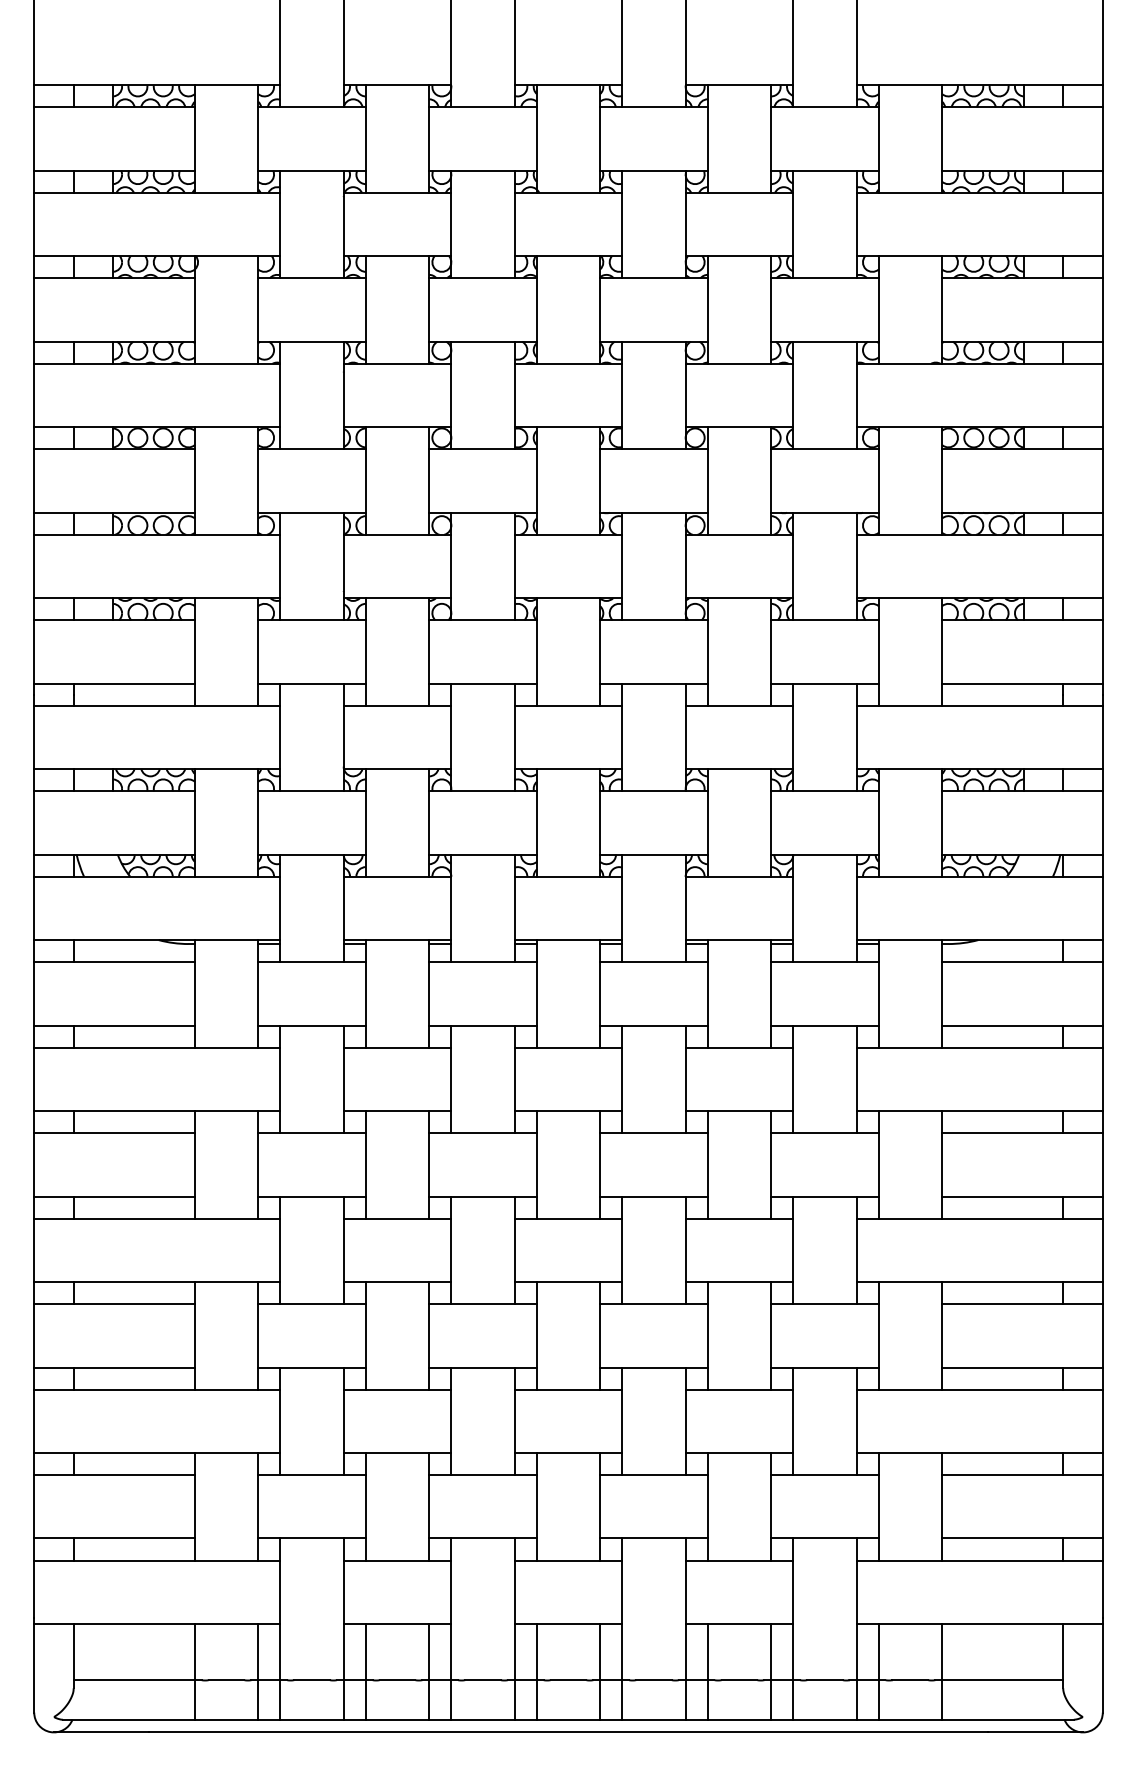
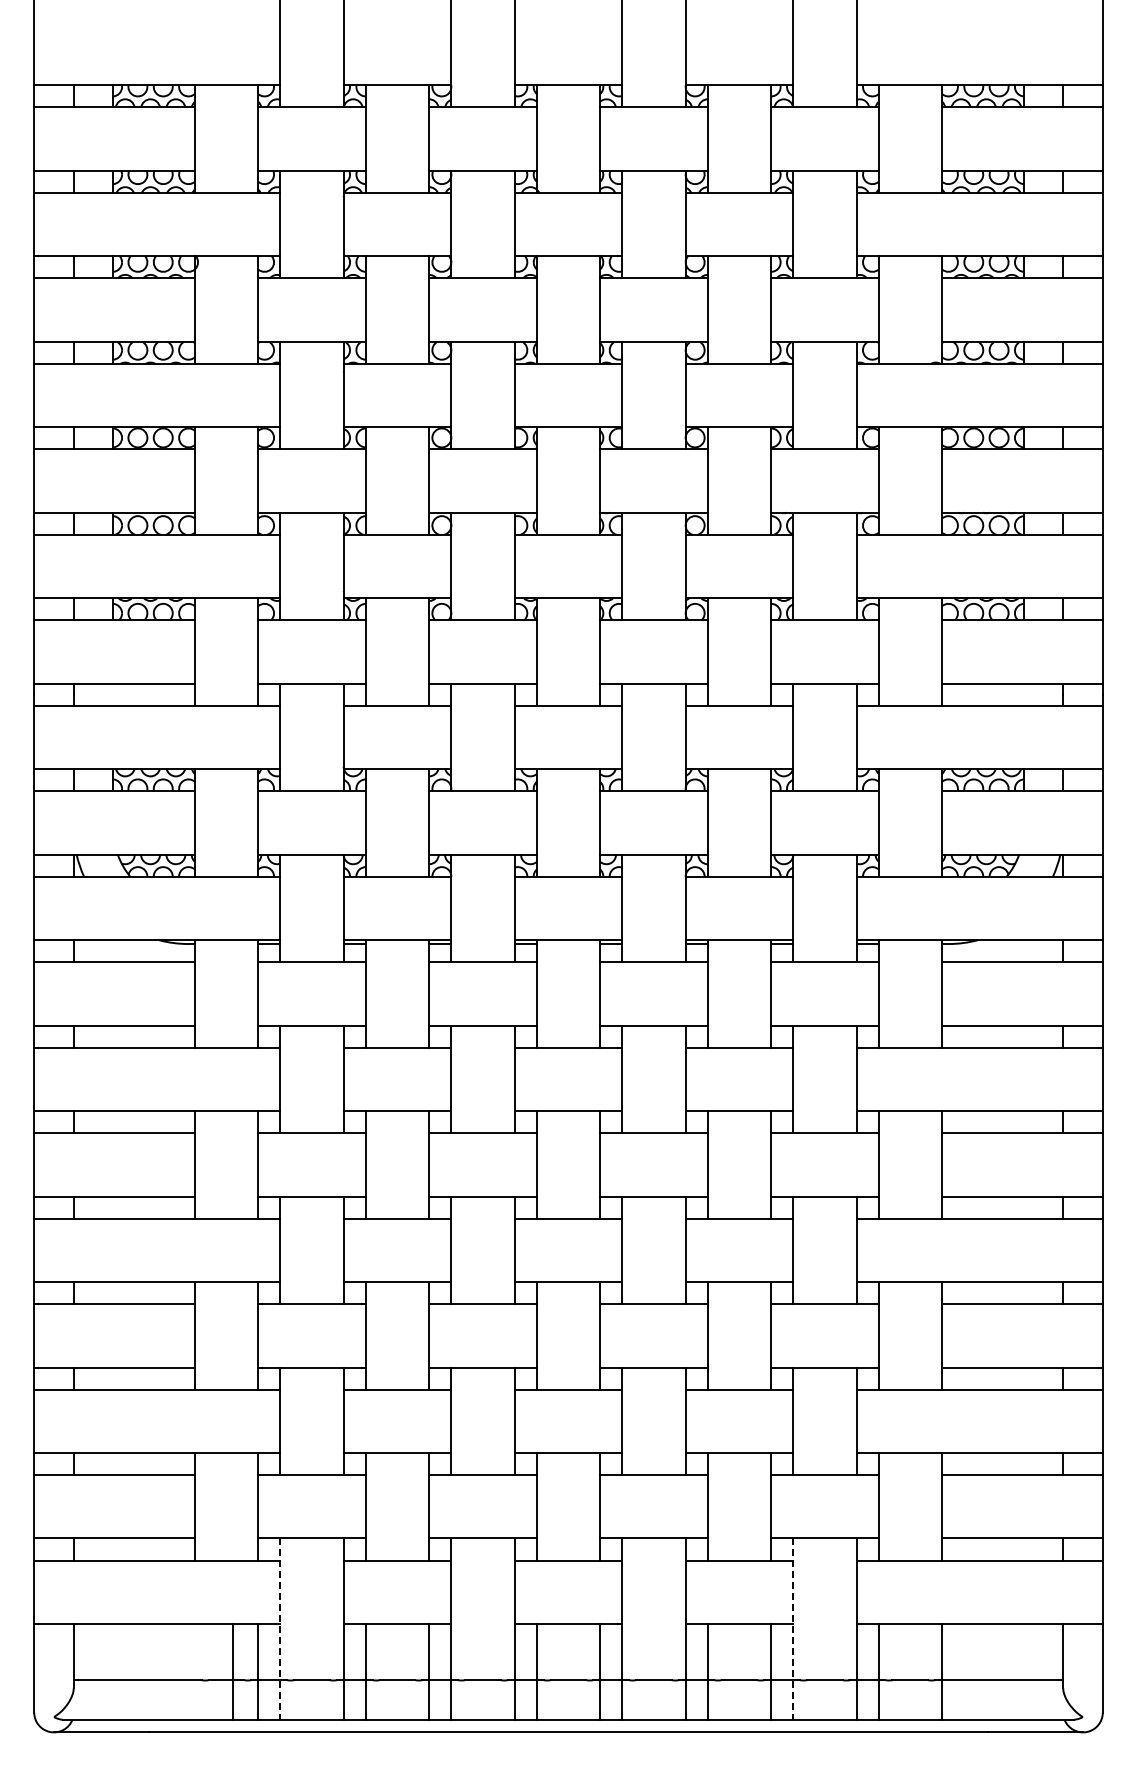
line at (280, 1629): solid -> dashed
line at (793, 1629): solid -> dashed
line at (194, 1671) position: (194, 1671) -> (232, 1671)
